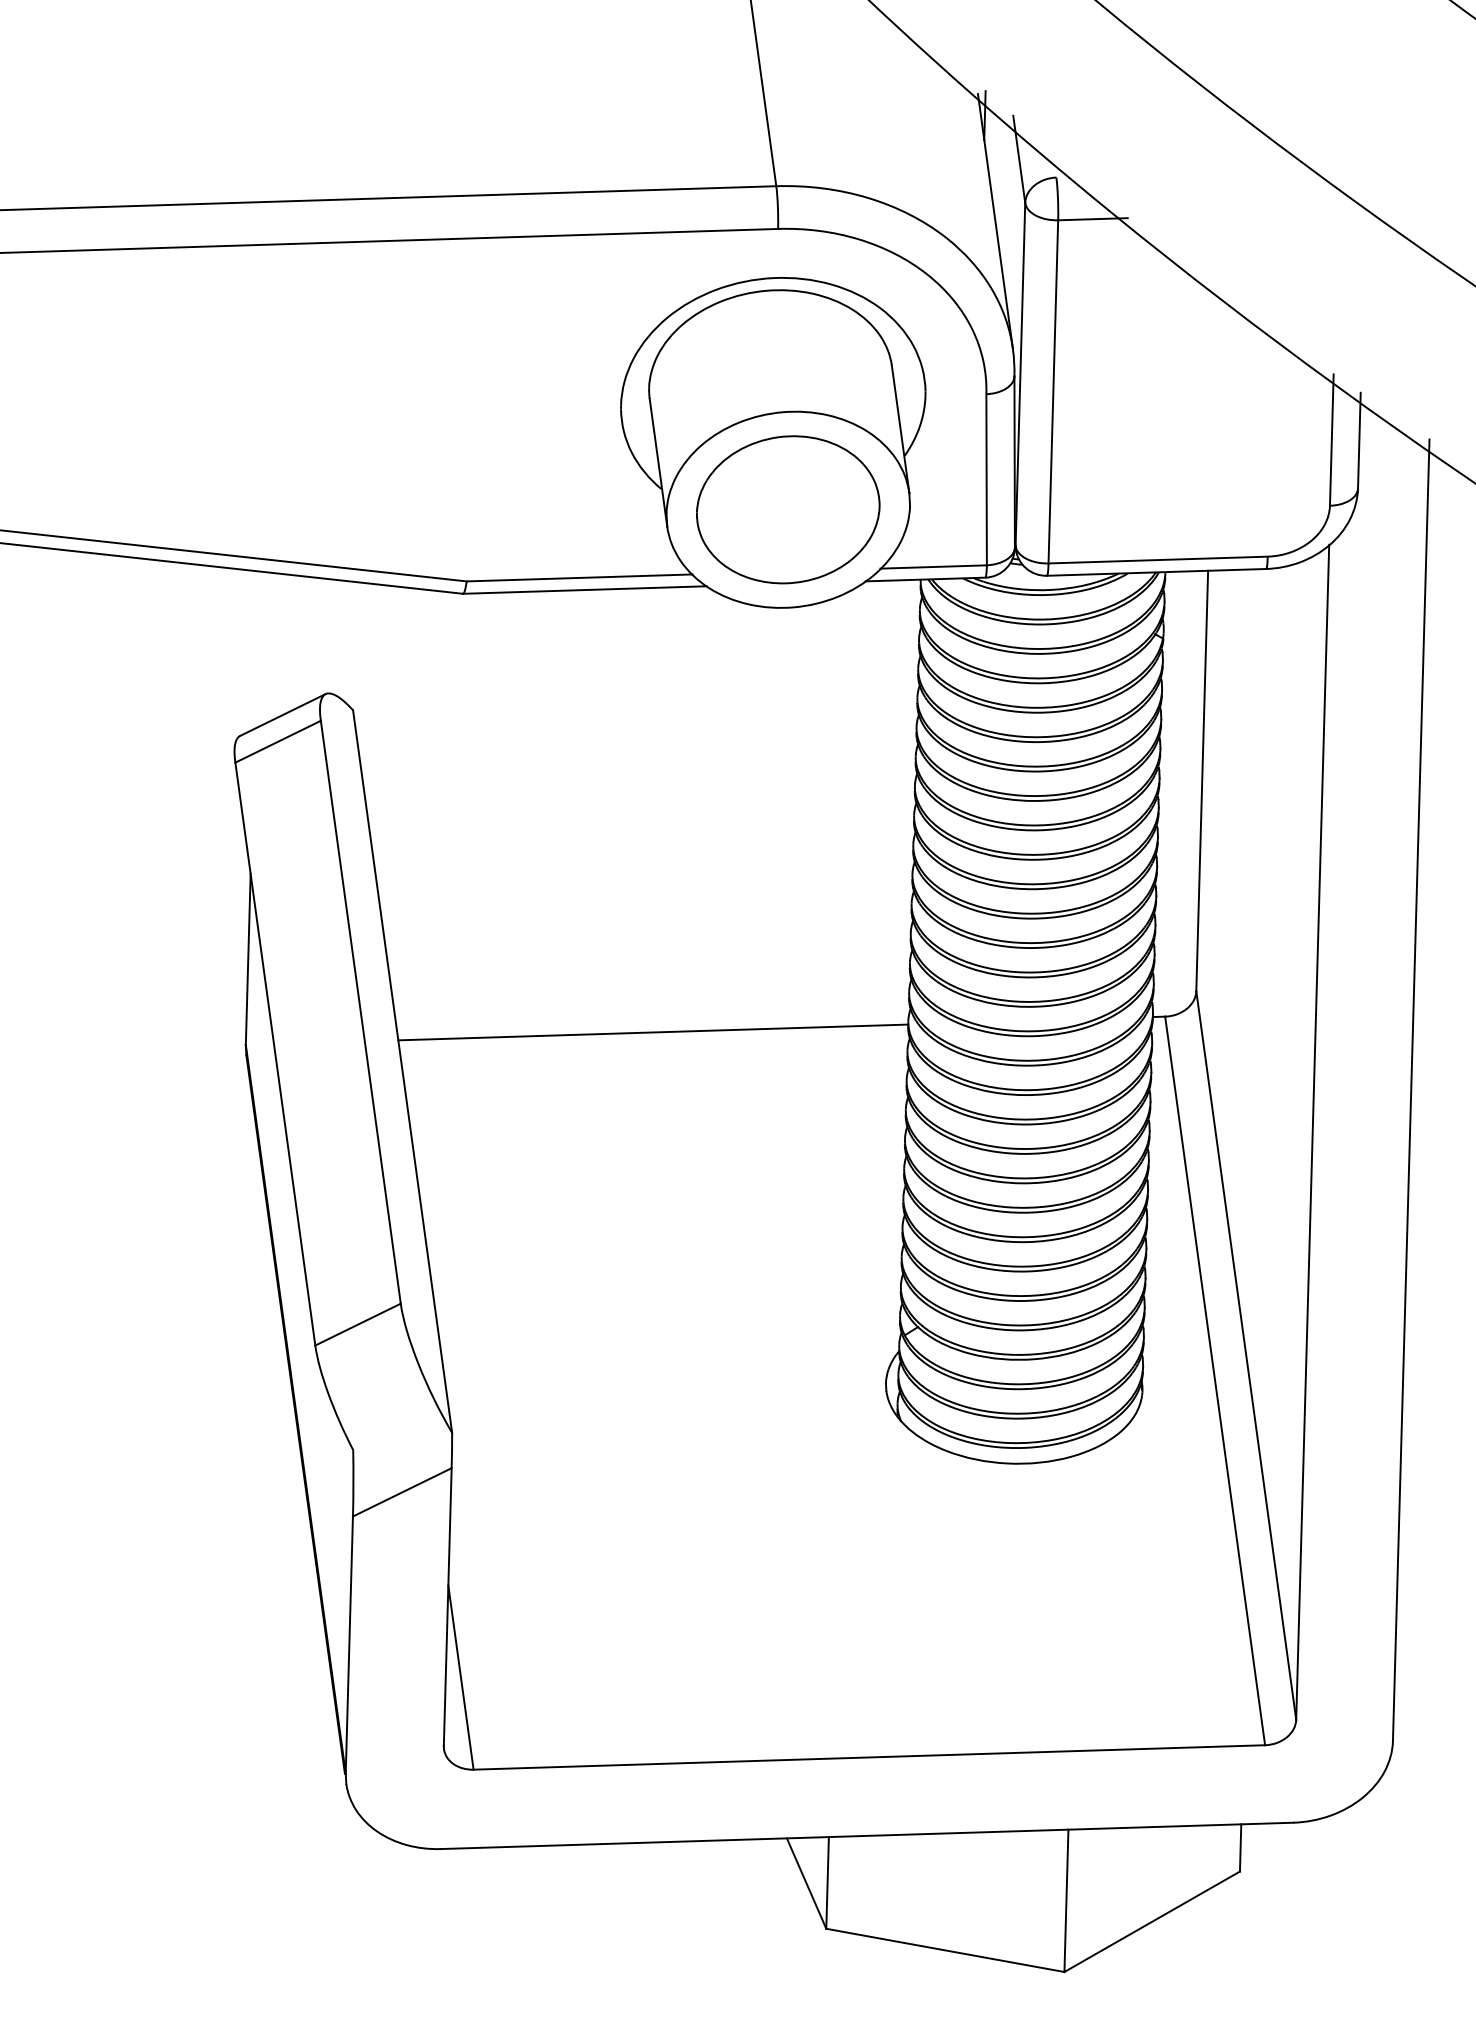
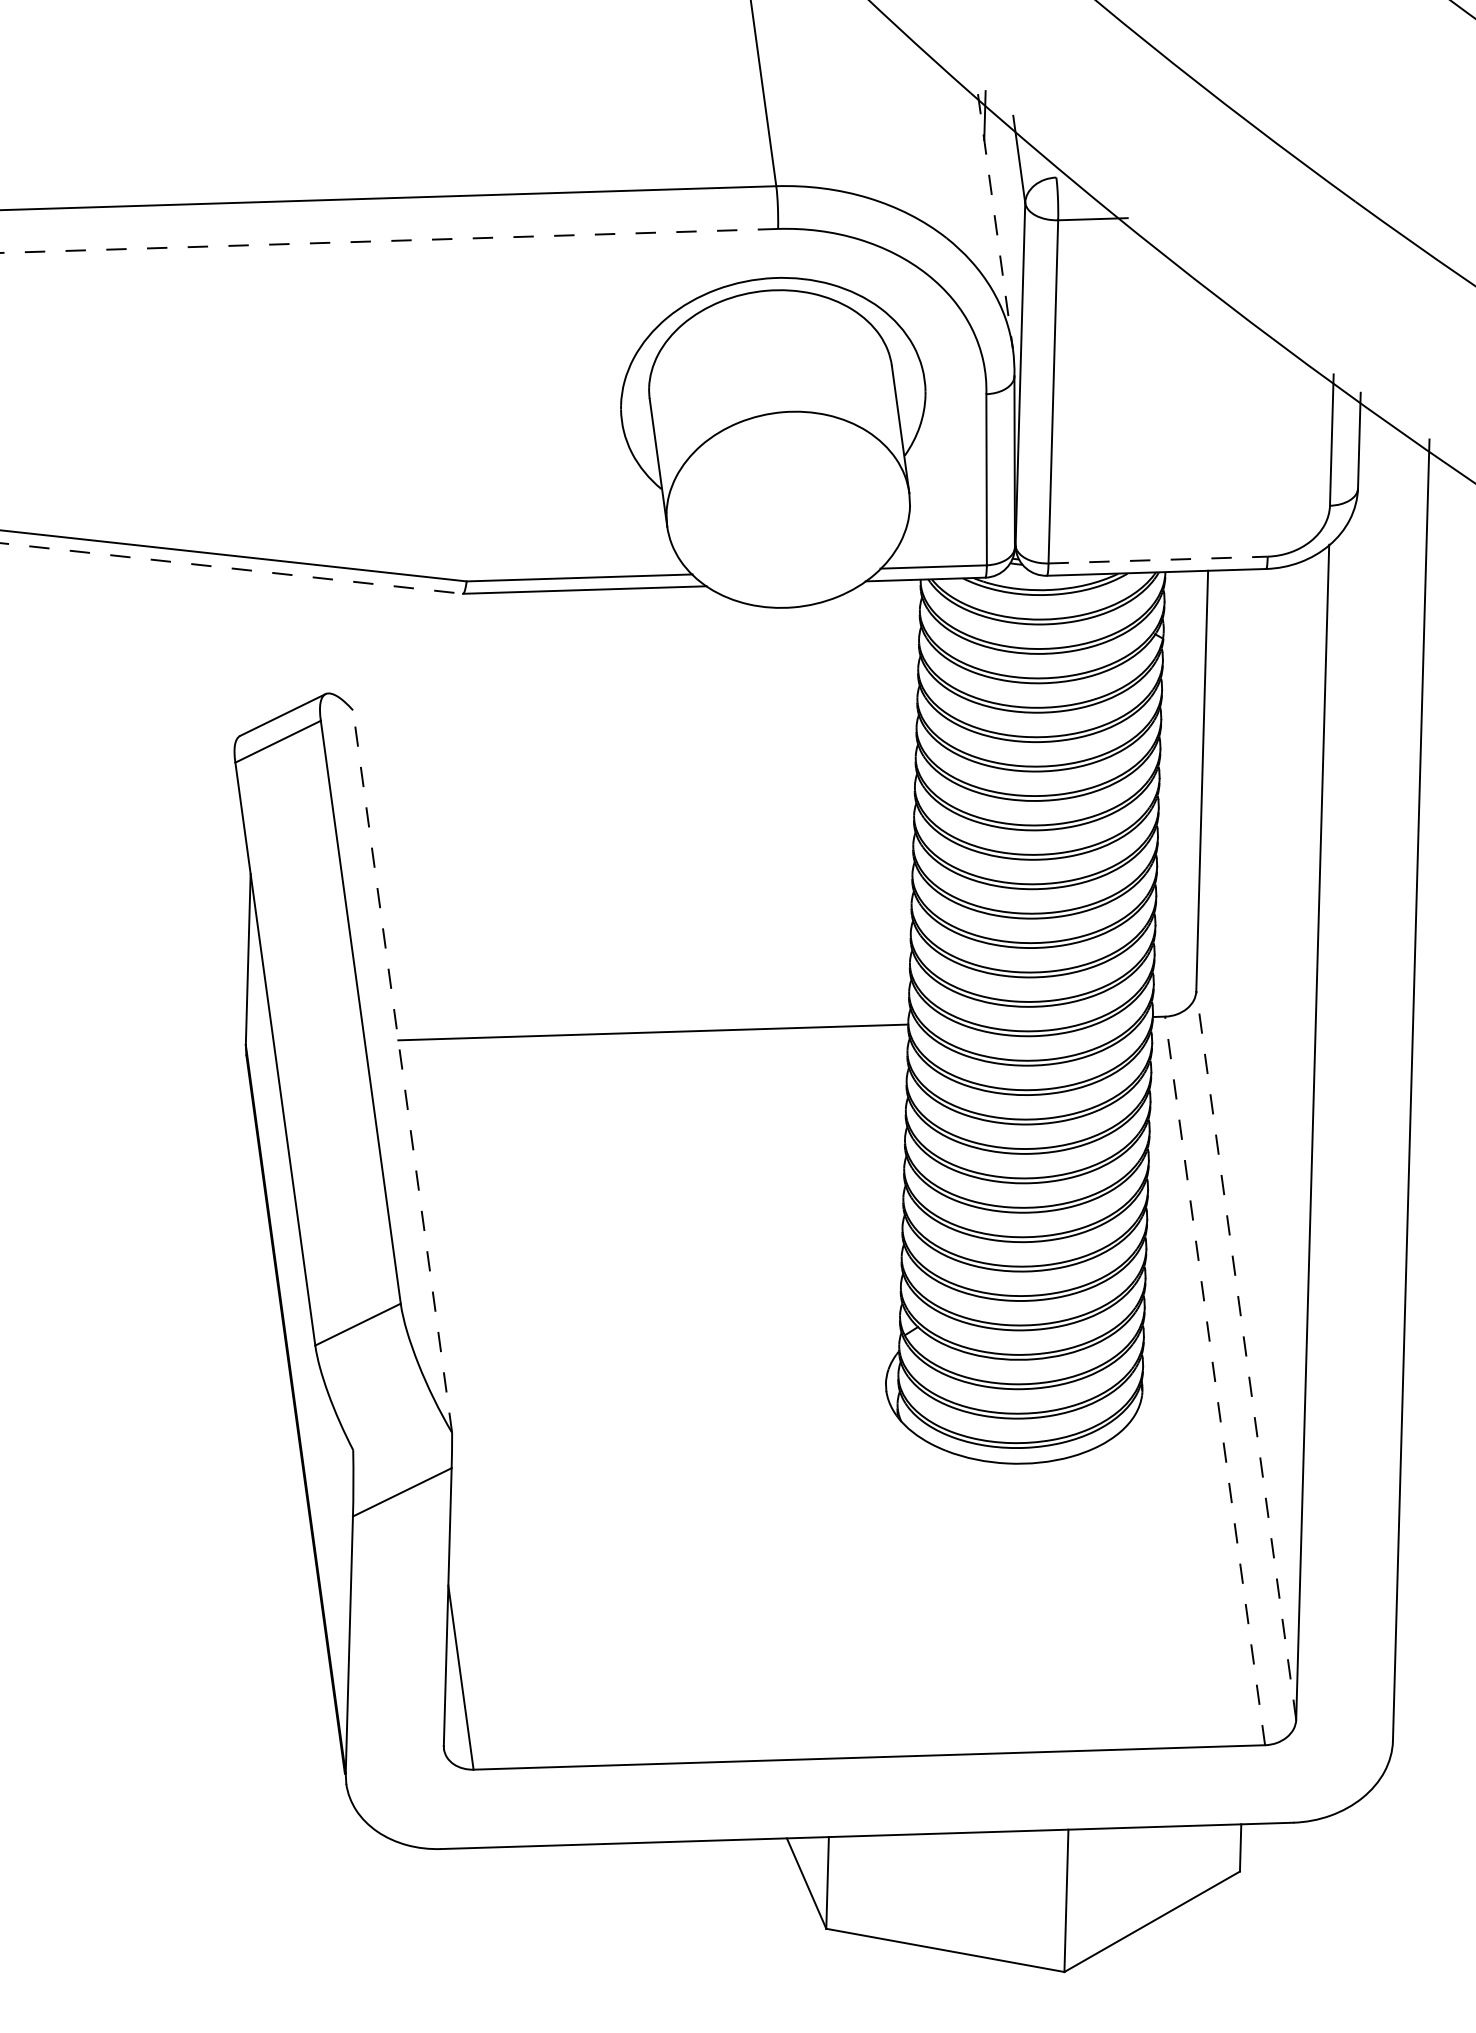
line at (995, 221): solid -> dashed
line at (389, 240): solid -> dashed
part at (788, 509): present -> none
line at (1158, 560): solid -> dashed
line at (231, 568): solid -> dashed
line at (402, 1071): solid -> dashed
line at (1246, 1355): solid -> dashed
line at (1215, 1380): solid -> dashed
